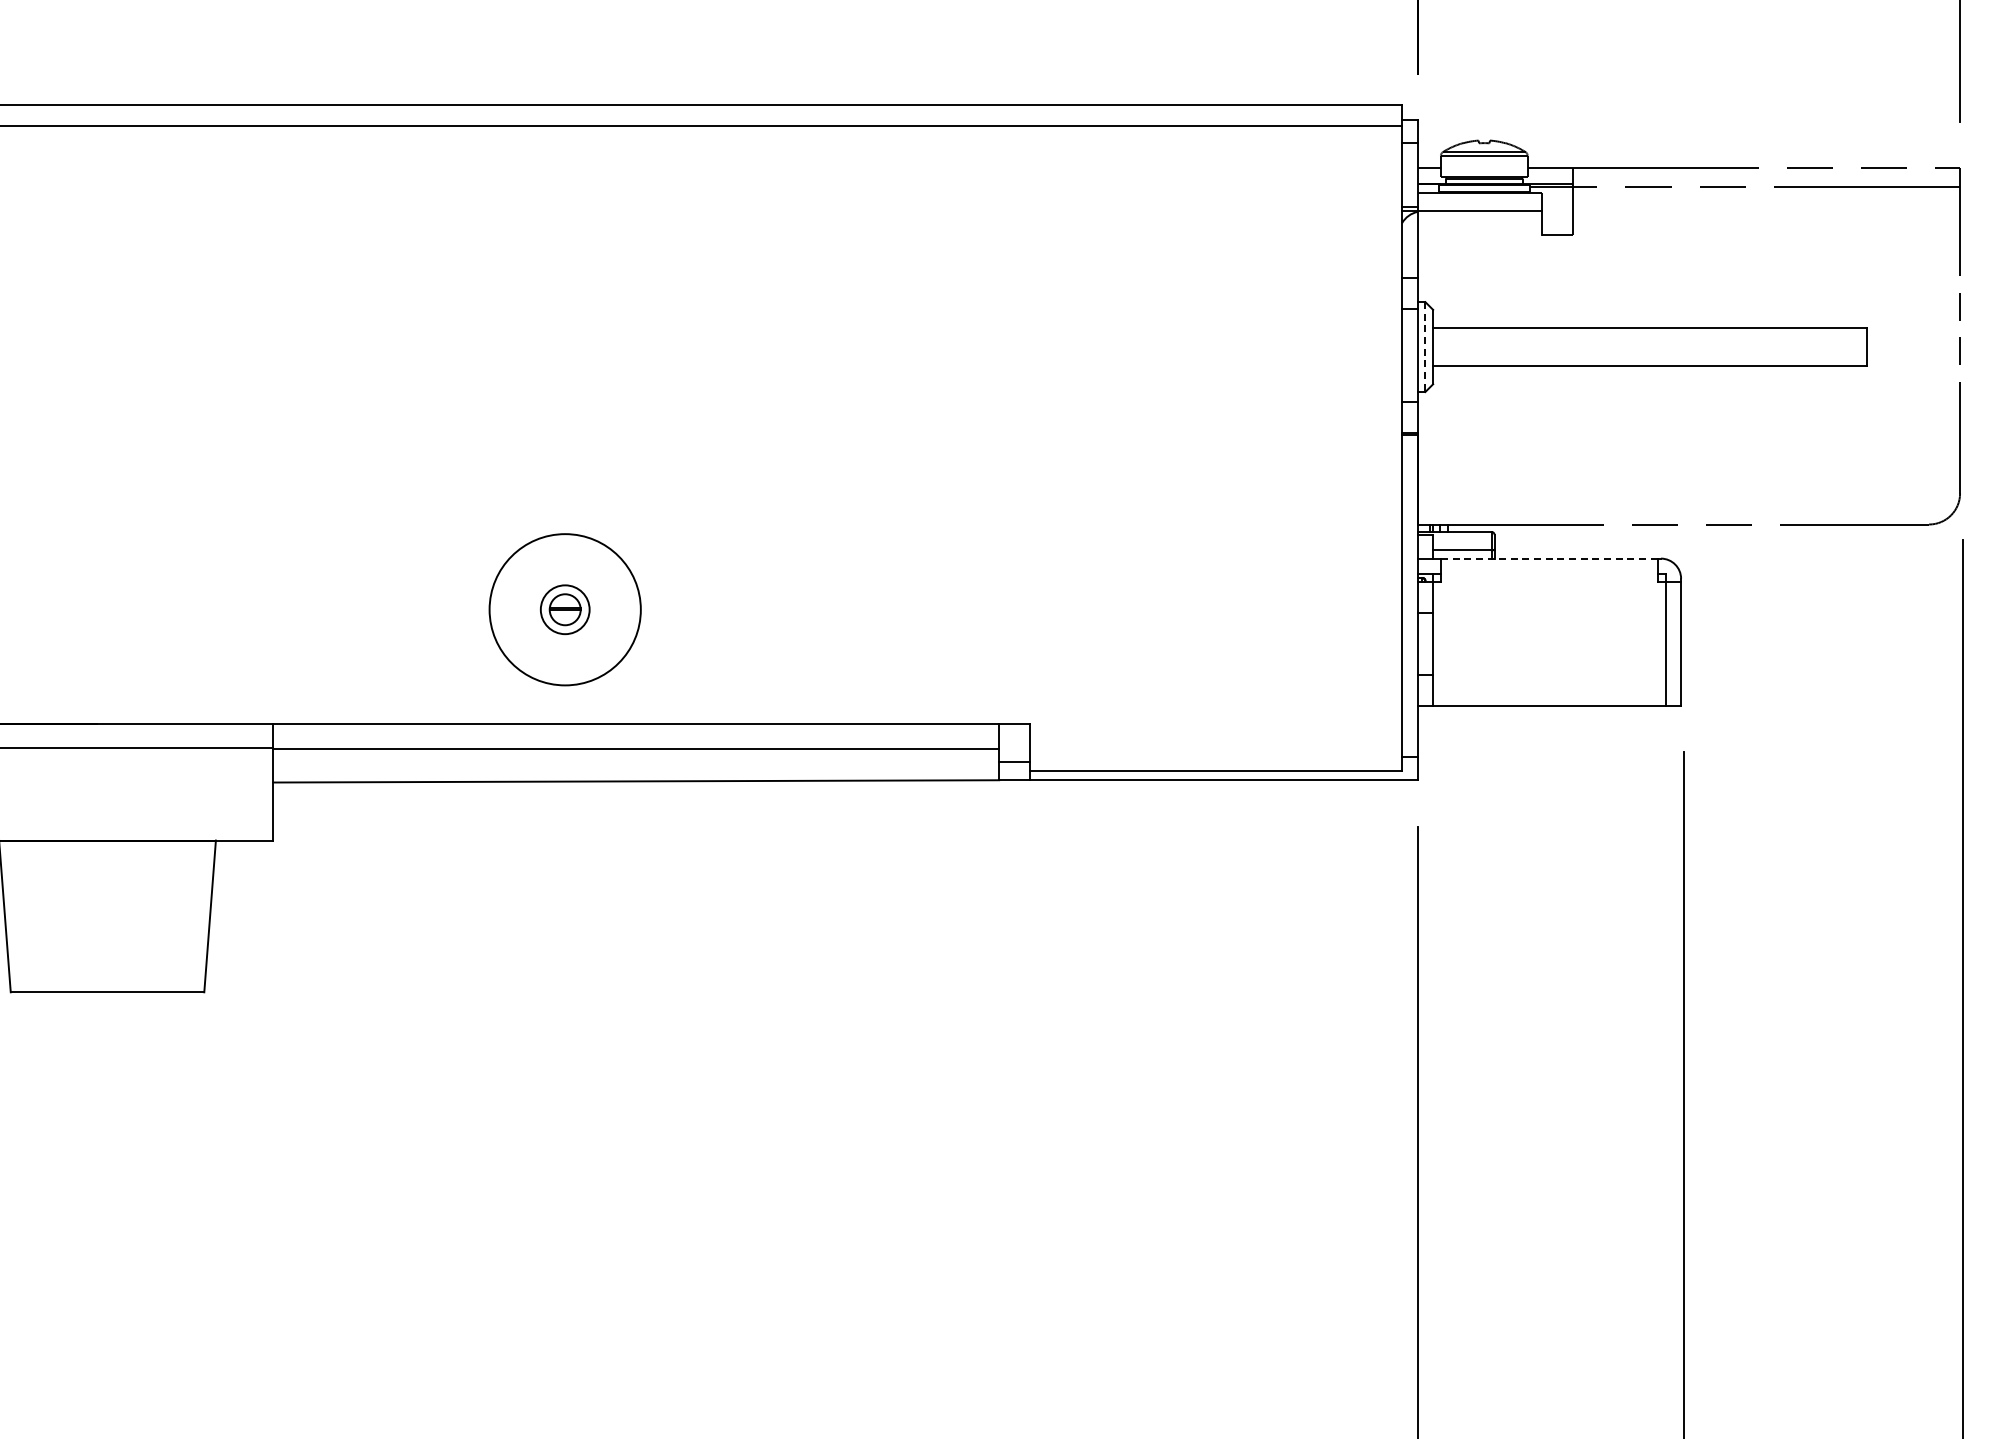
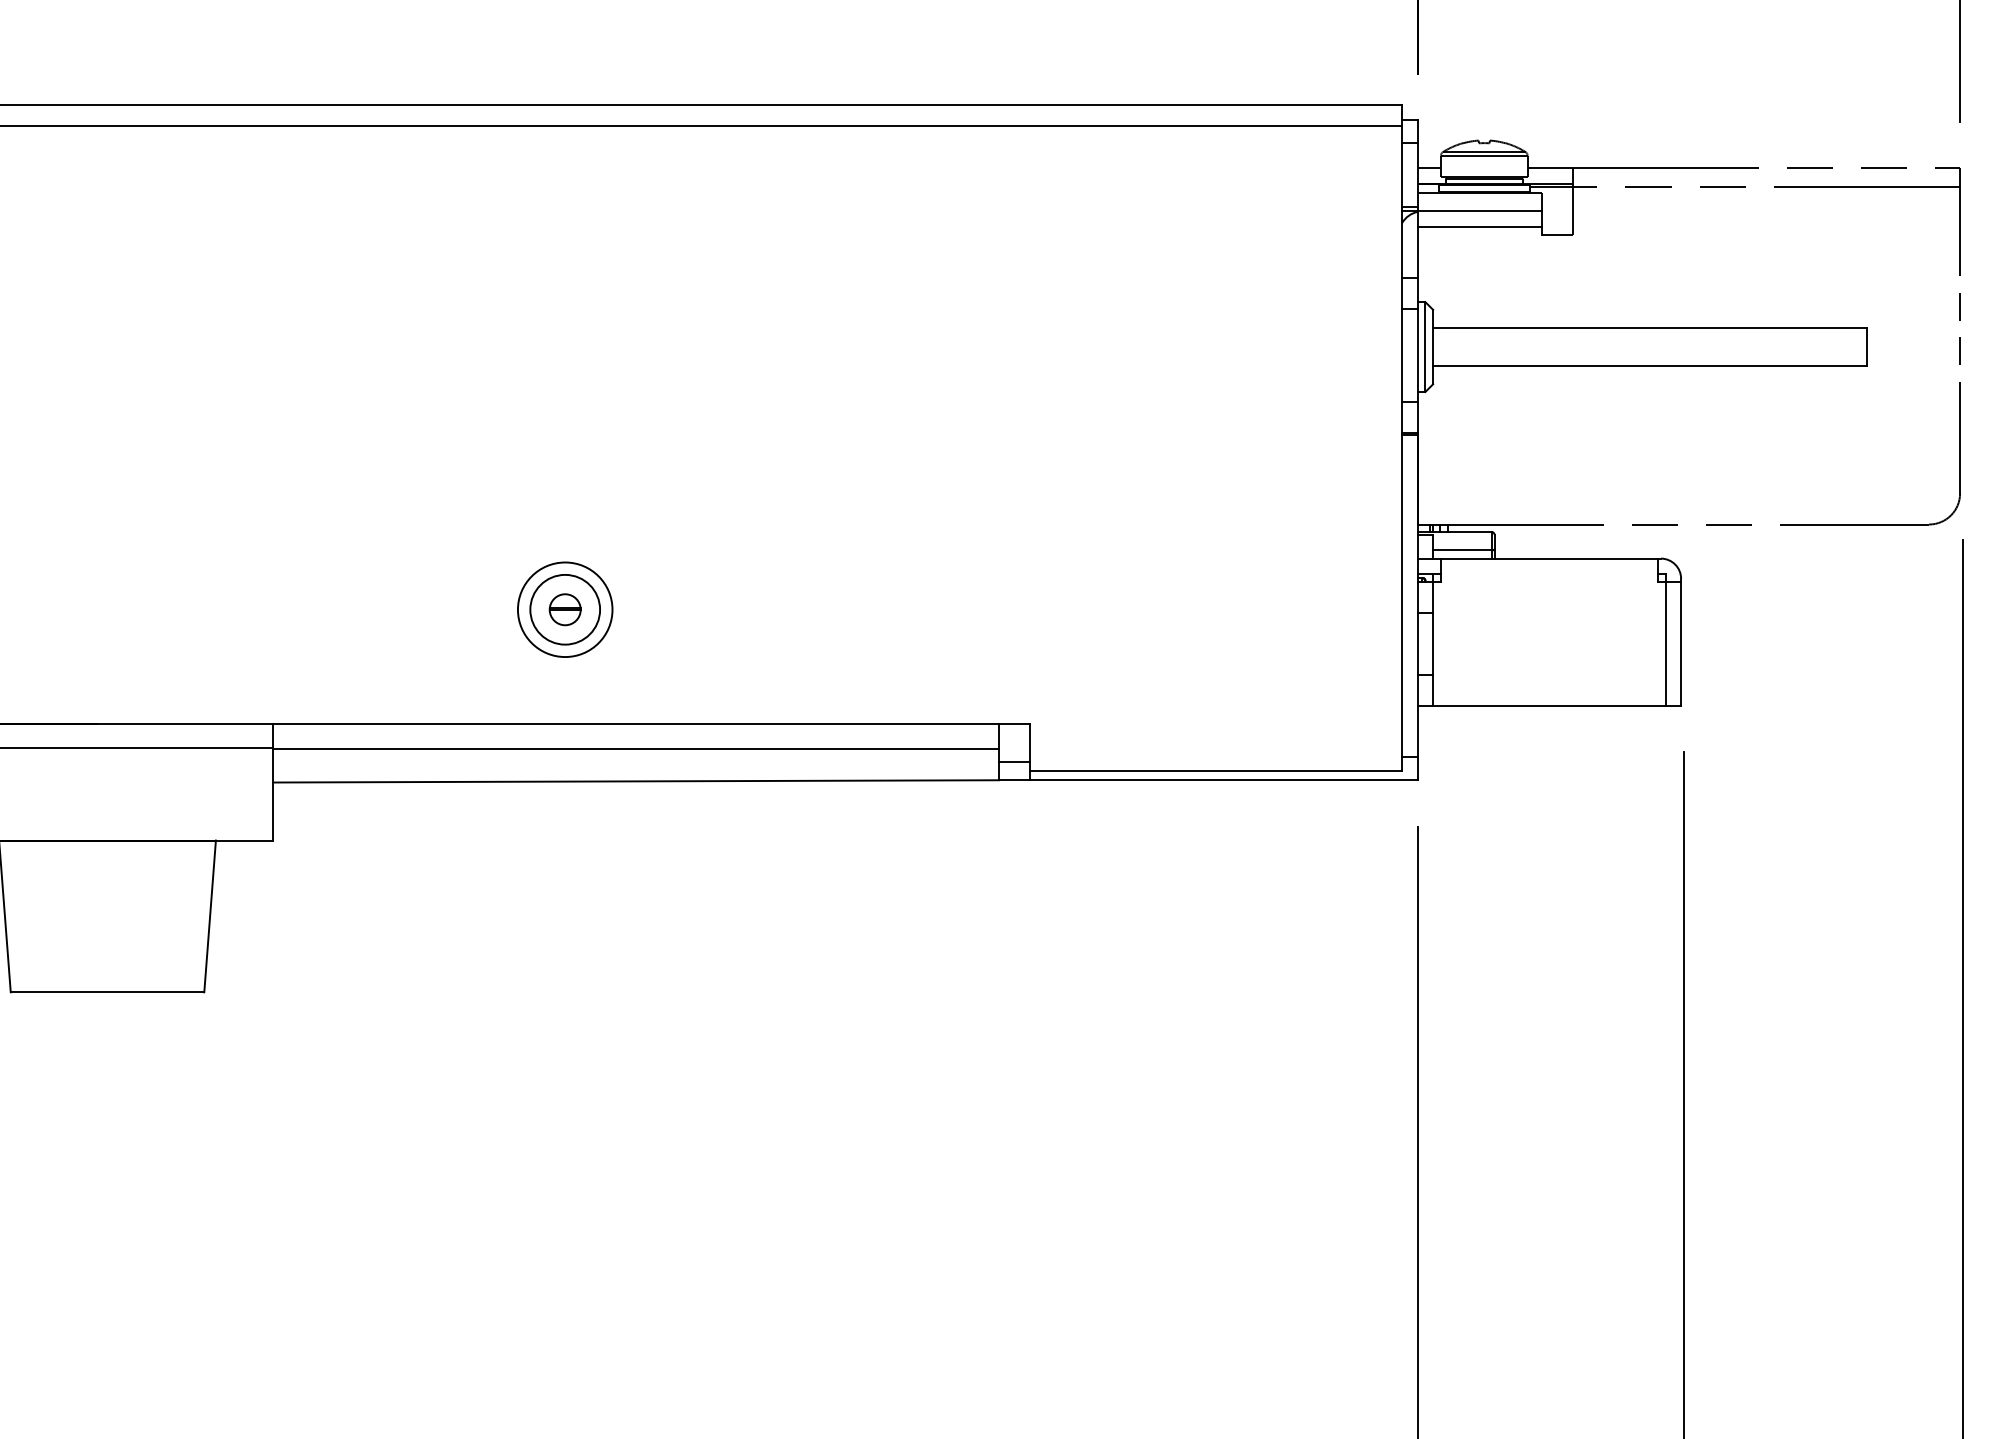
line at (1479, 226): none -> present
line at (1425, 347): dashed -> solid
line at (1549, 558): dashed -> solid
circle at (564, 609) diameter: 151 px -> 95 px
circle at (564, 609) diameter: 49 px -> 70 px
